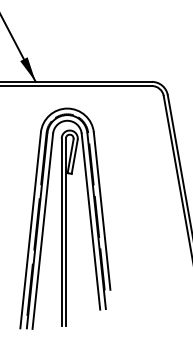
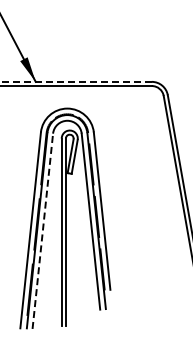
line at (76, 81): solid -> dashed
line at (42, 230): solid -> dashed
